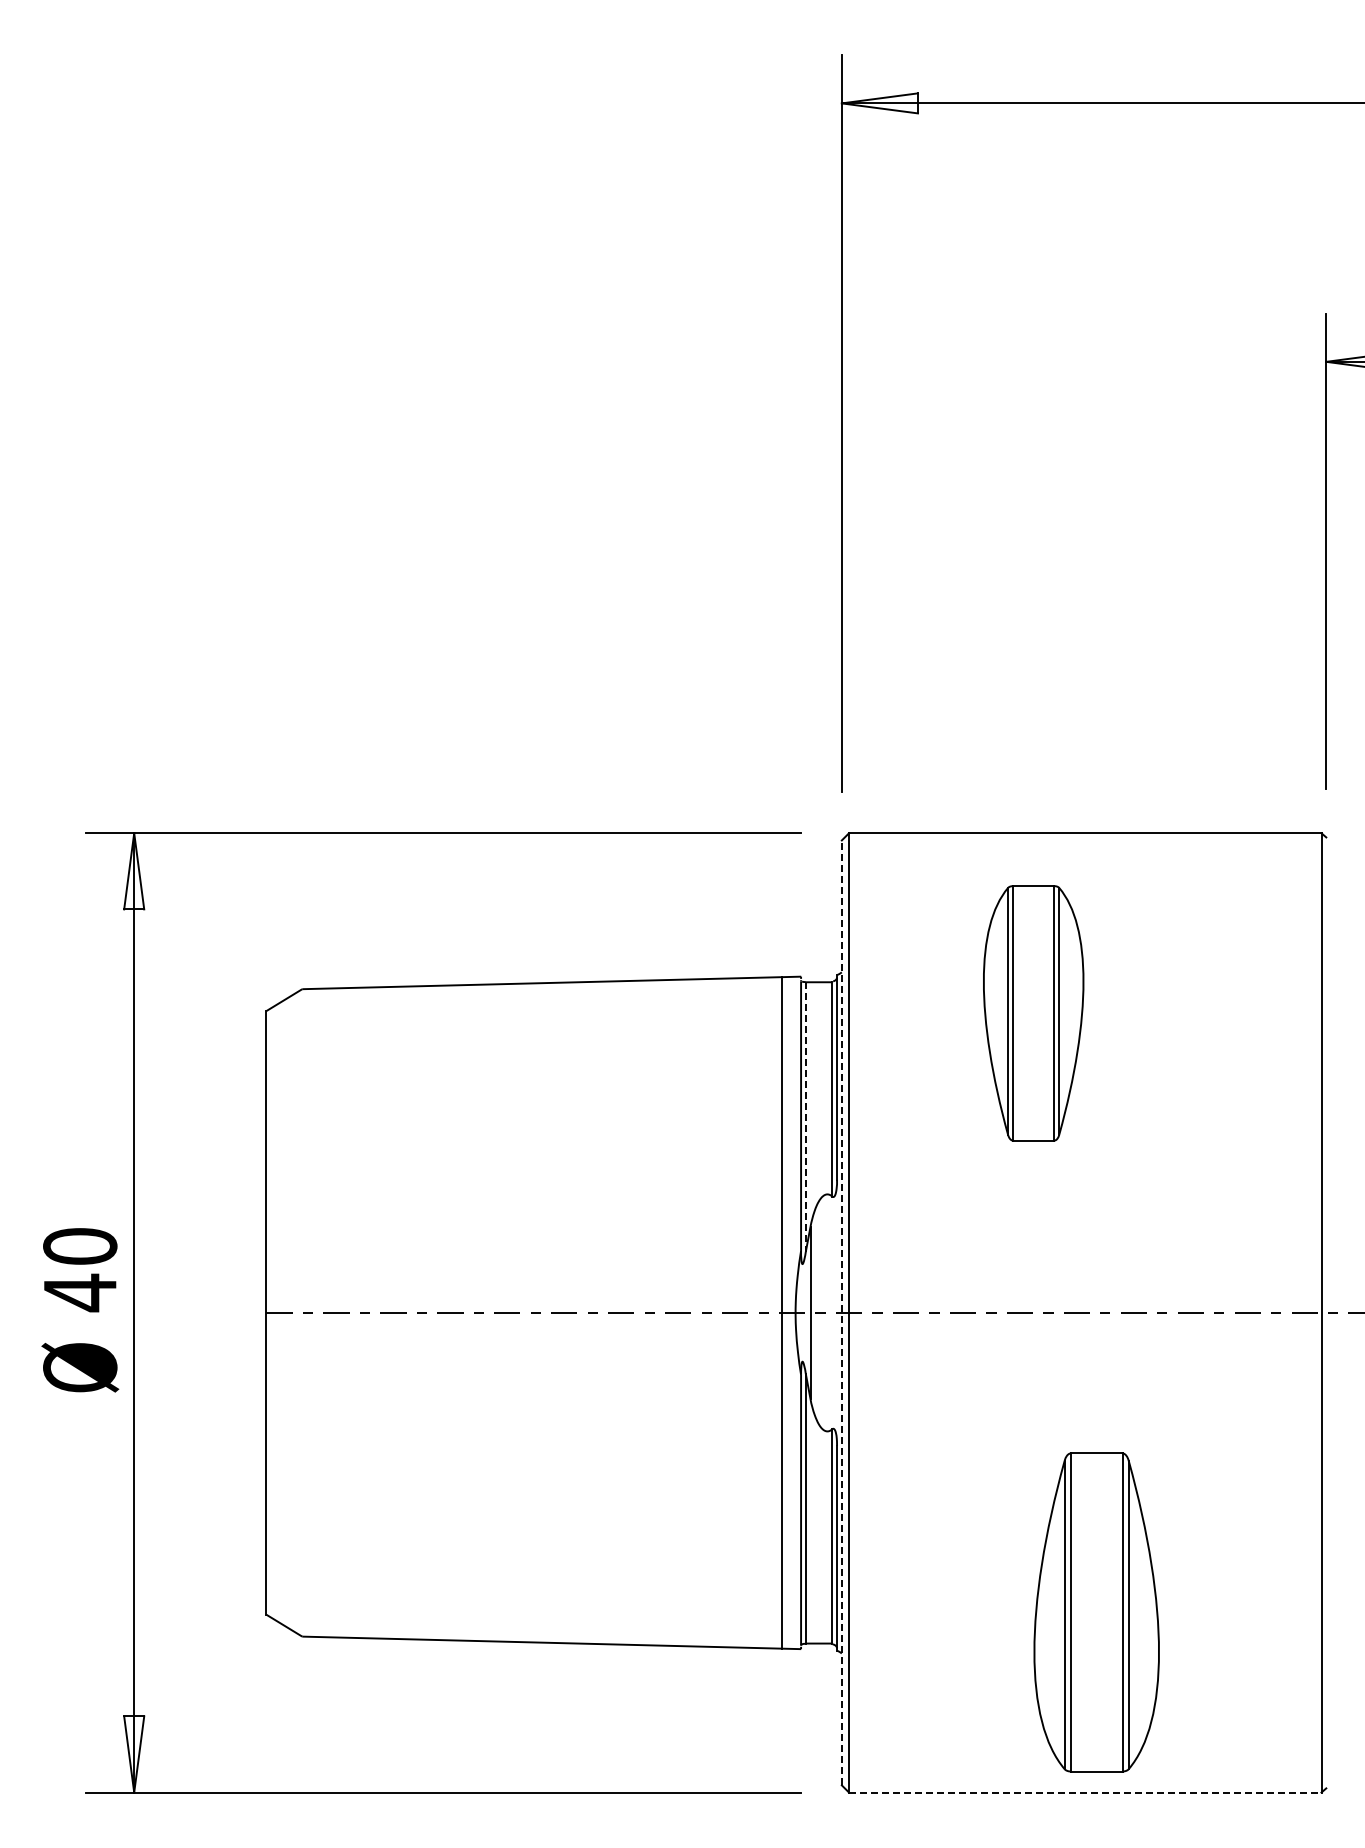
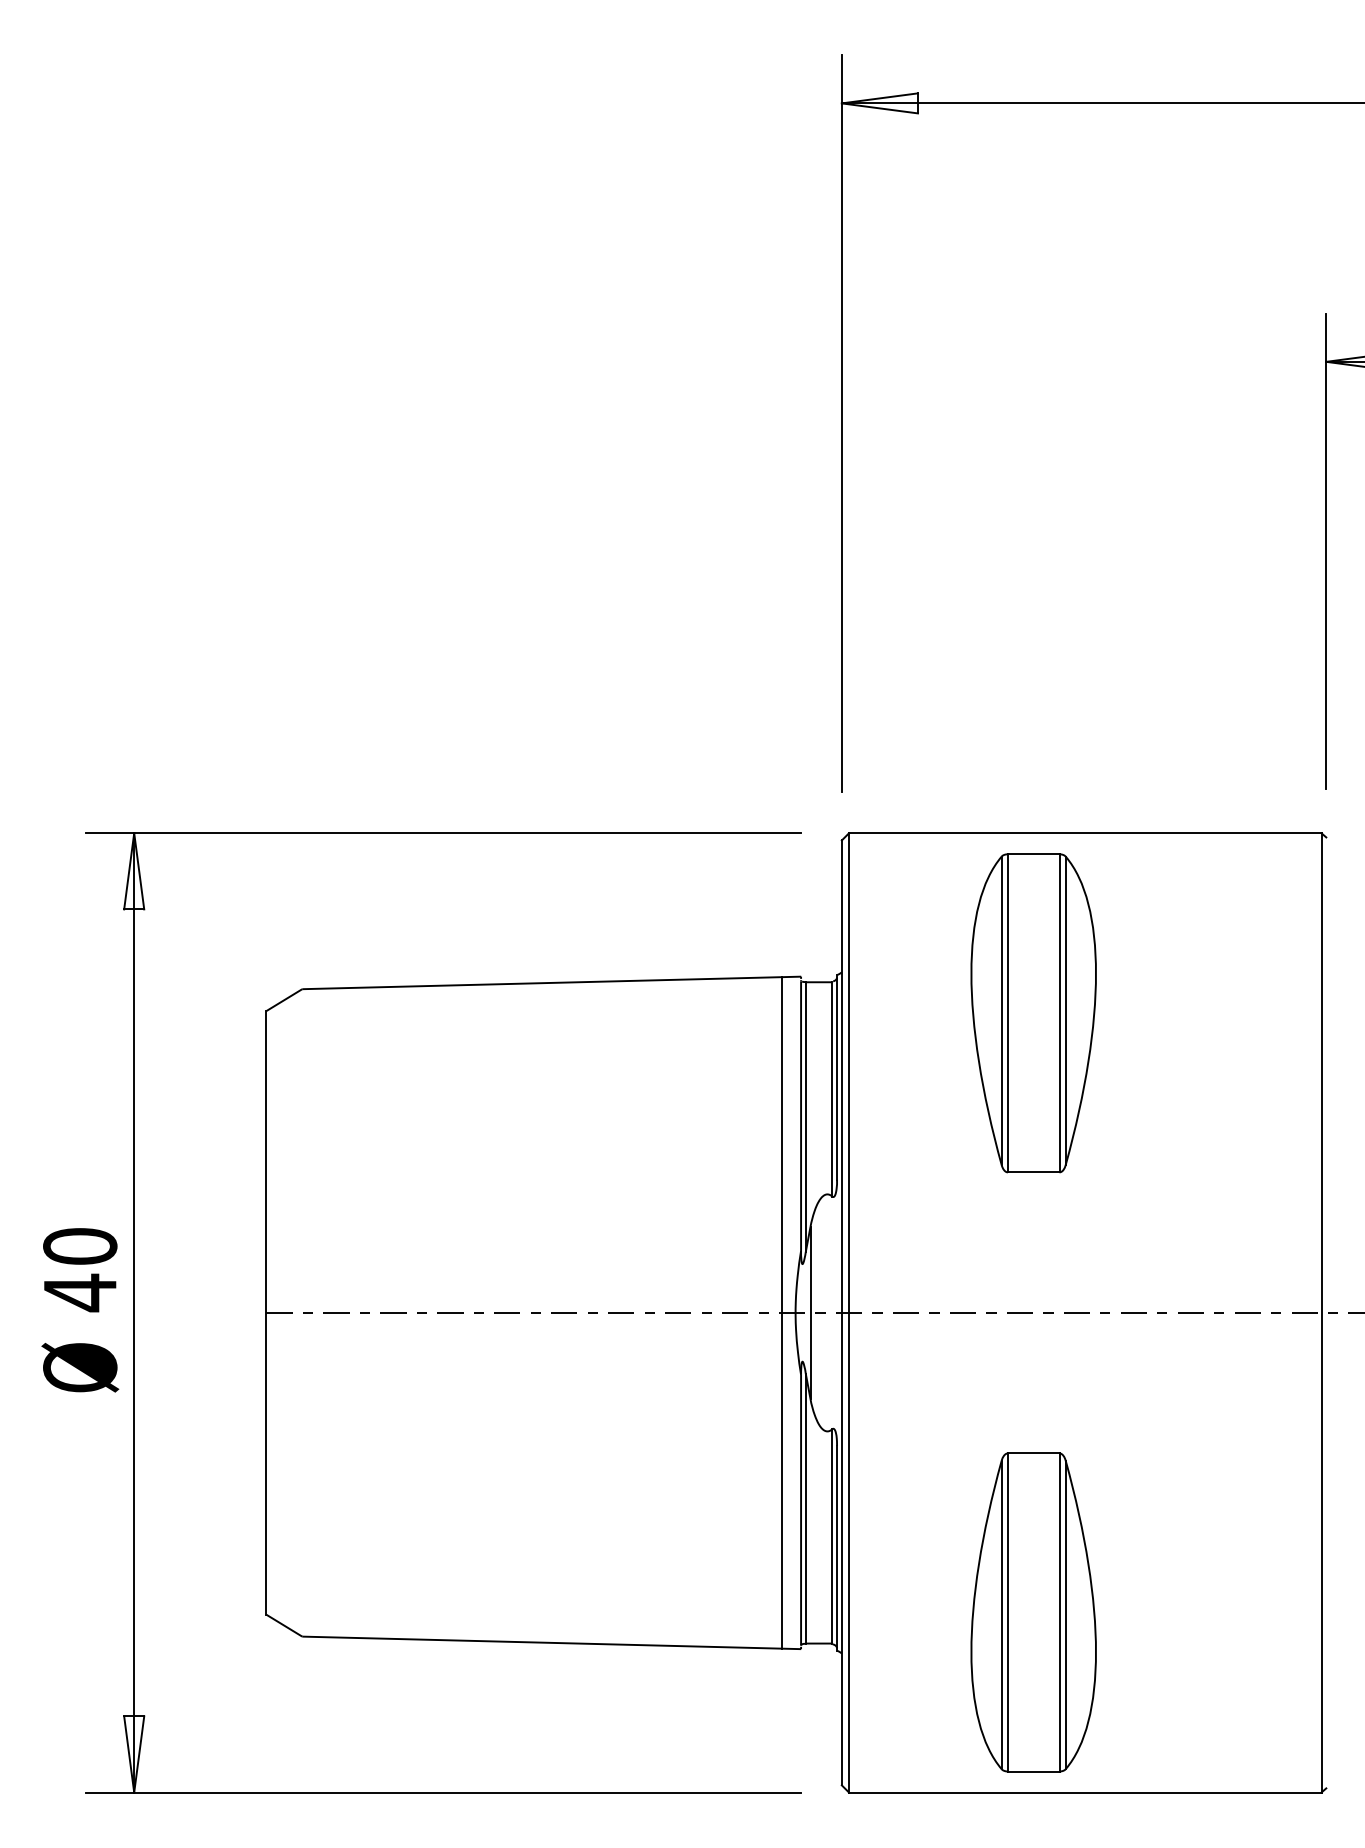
part at (1033, 1013) size: 102x257 px -> 127x321 px
line at (805, 1116): dashed -> solid
line at (841, 1312): dashed -> solid
part at (1096, 1612) position: (1096, 1612) -> (1033, 1612)
line at (1085, 1792): dashed -> solid
